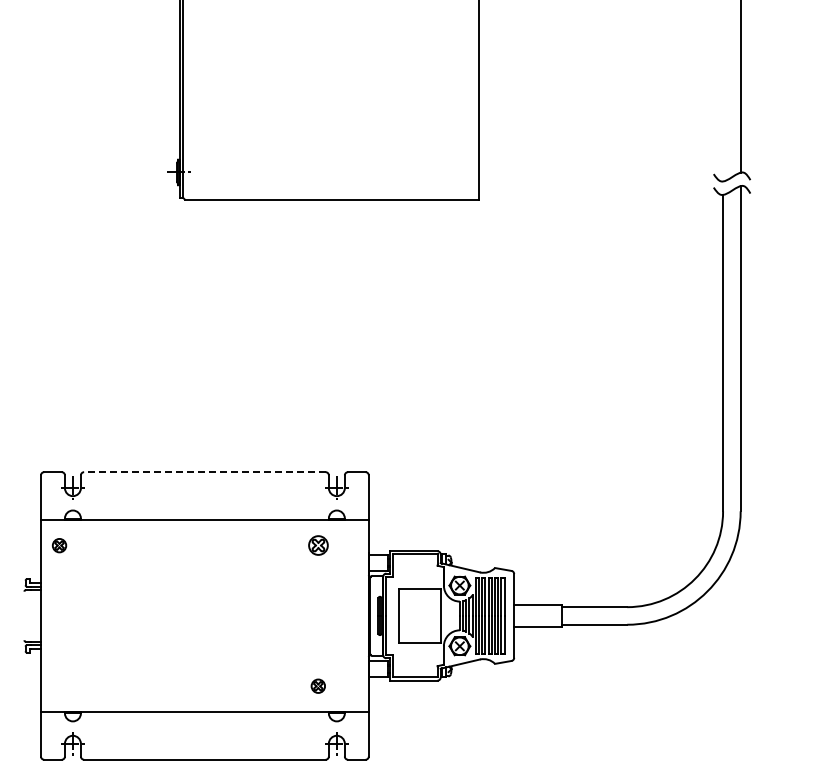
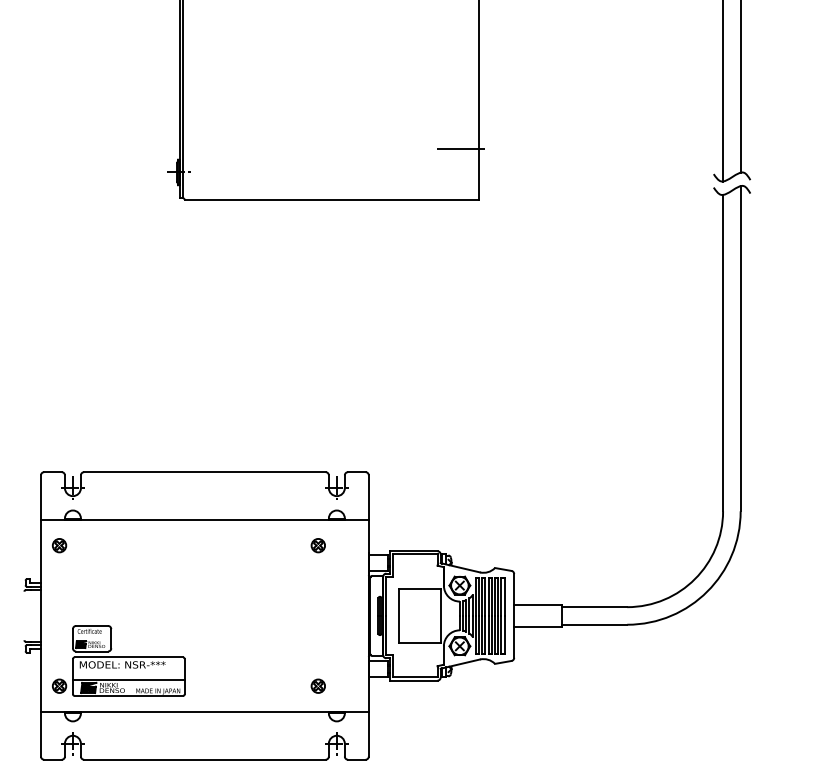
line at (723, 91): none -> present
line at (461, 148): none -> present
line at (204, 472): dashed -> solid
part at (318, 545) size: 21x21 px -> 16x16 px
part at (118, 660): none -> present
